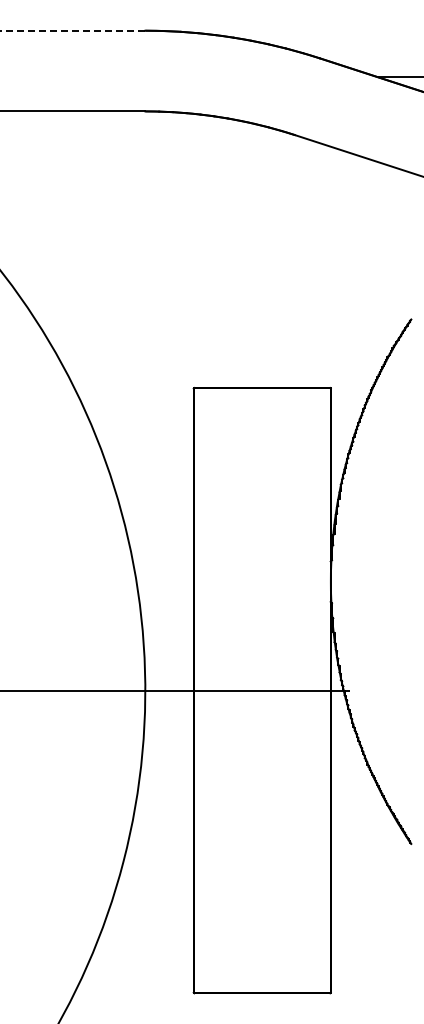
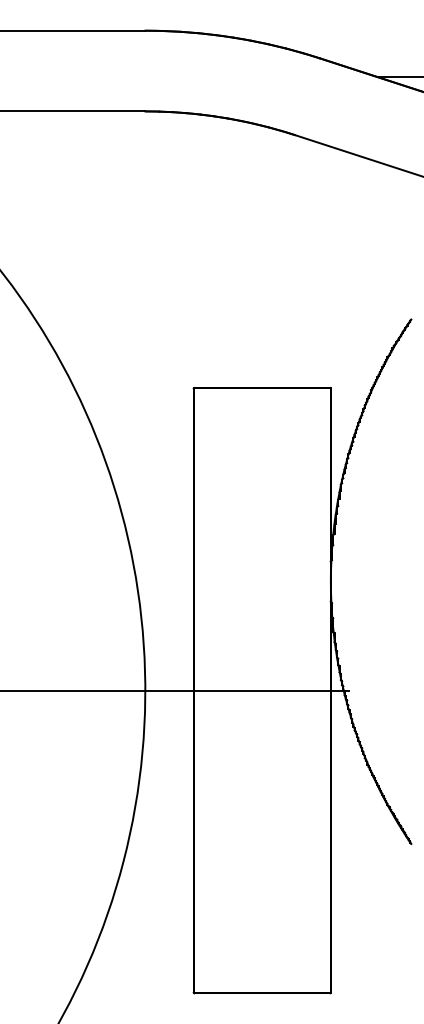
line at (72, 30): dashed -> solid
